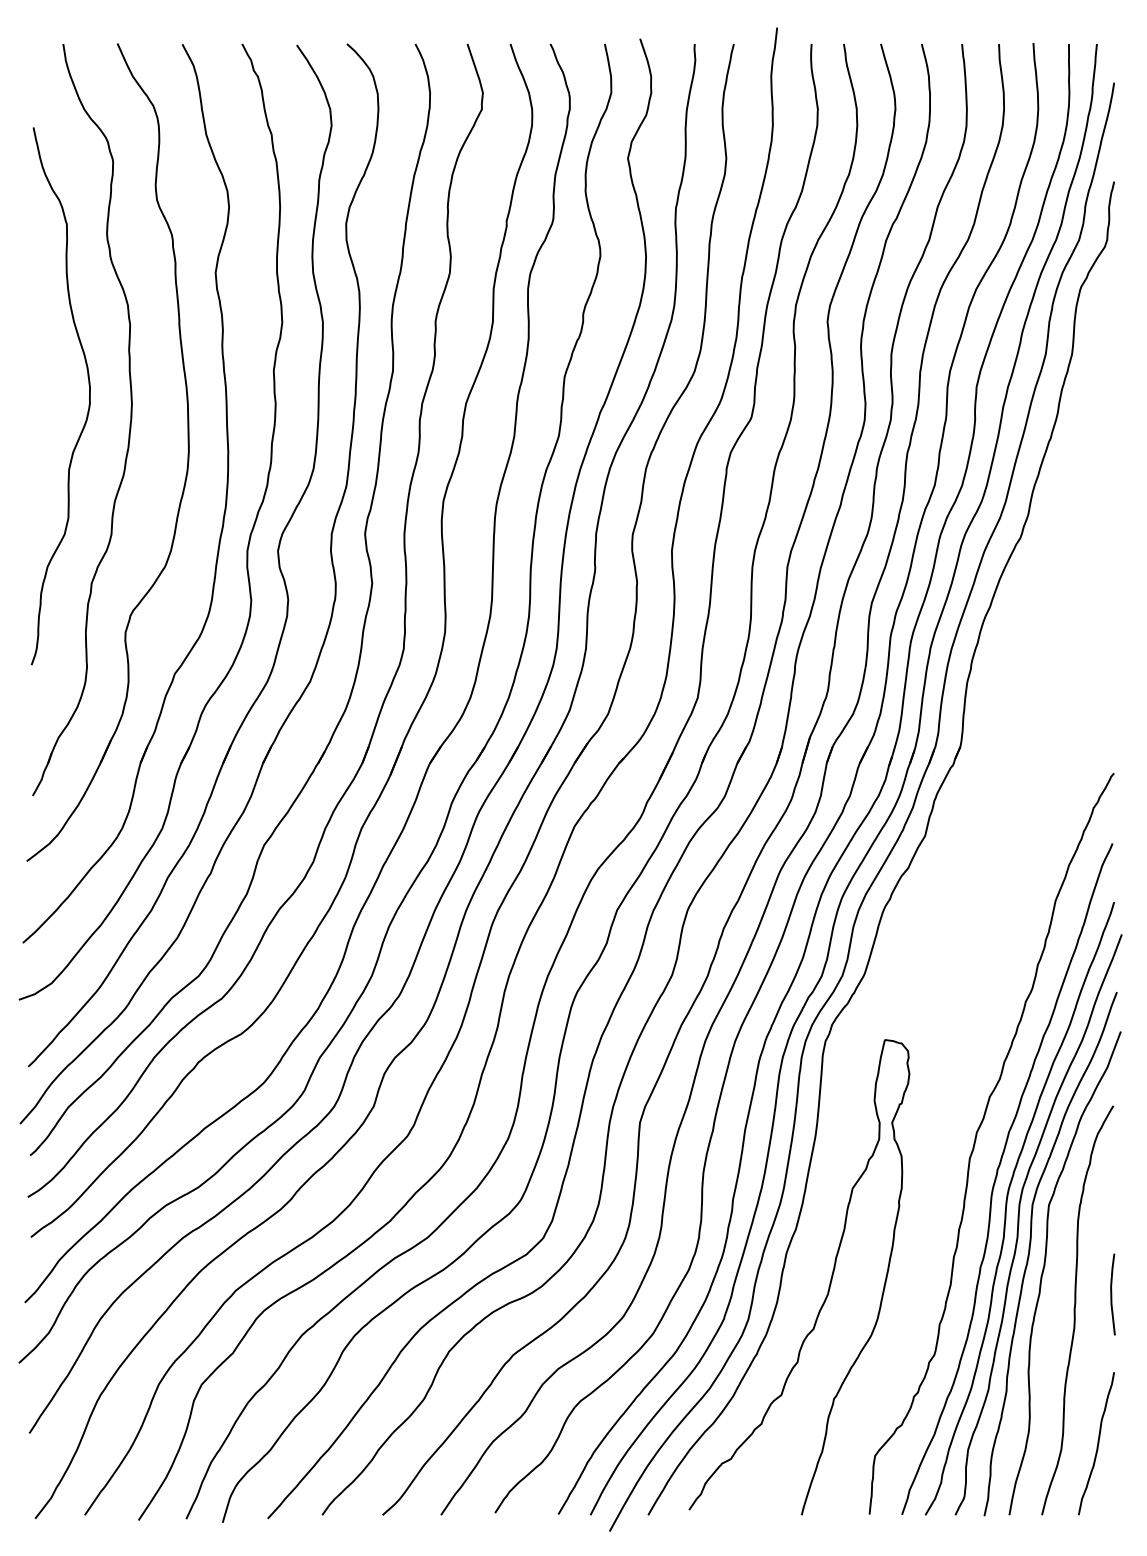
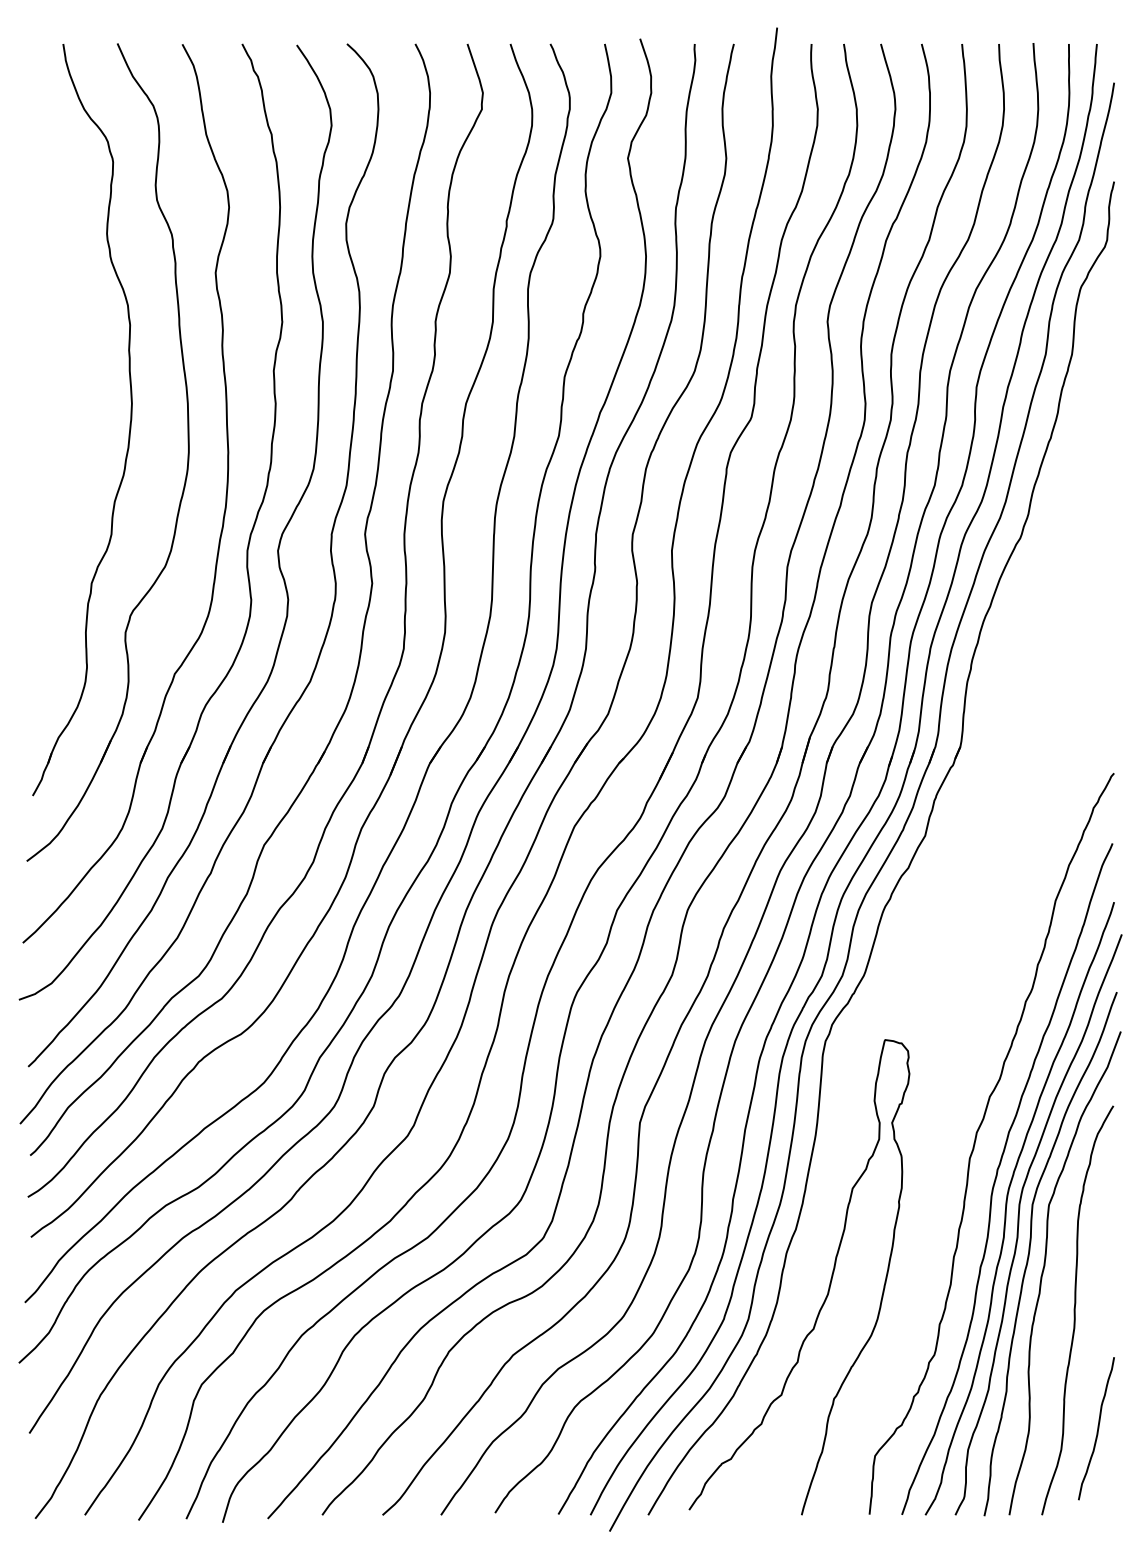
curve at (89, 396): present -> none
curve at (1112, 1294): present -> none
curve at (1097, 1443) position: (1097, 1443) -> (1097, 1428)
